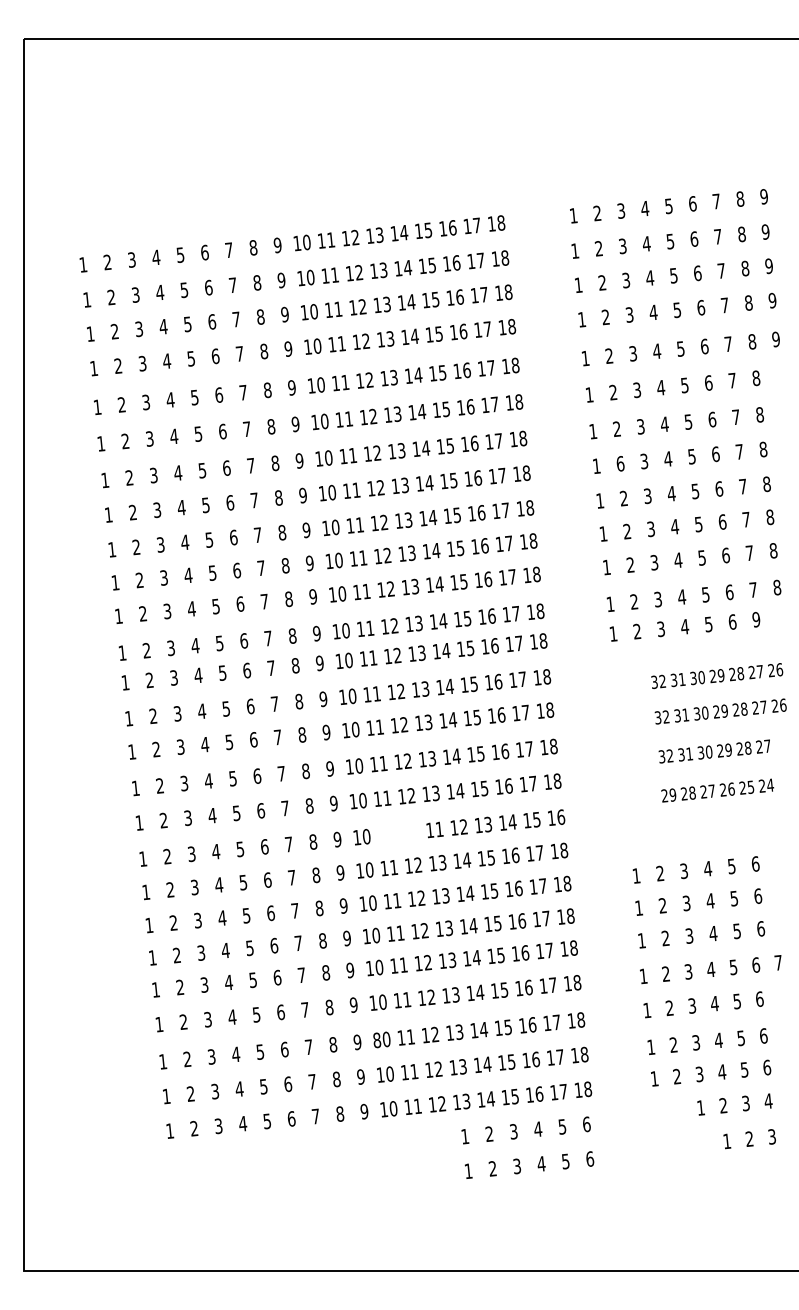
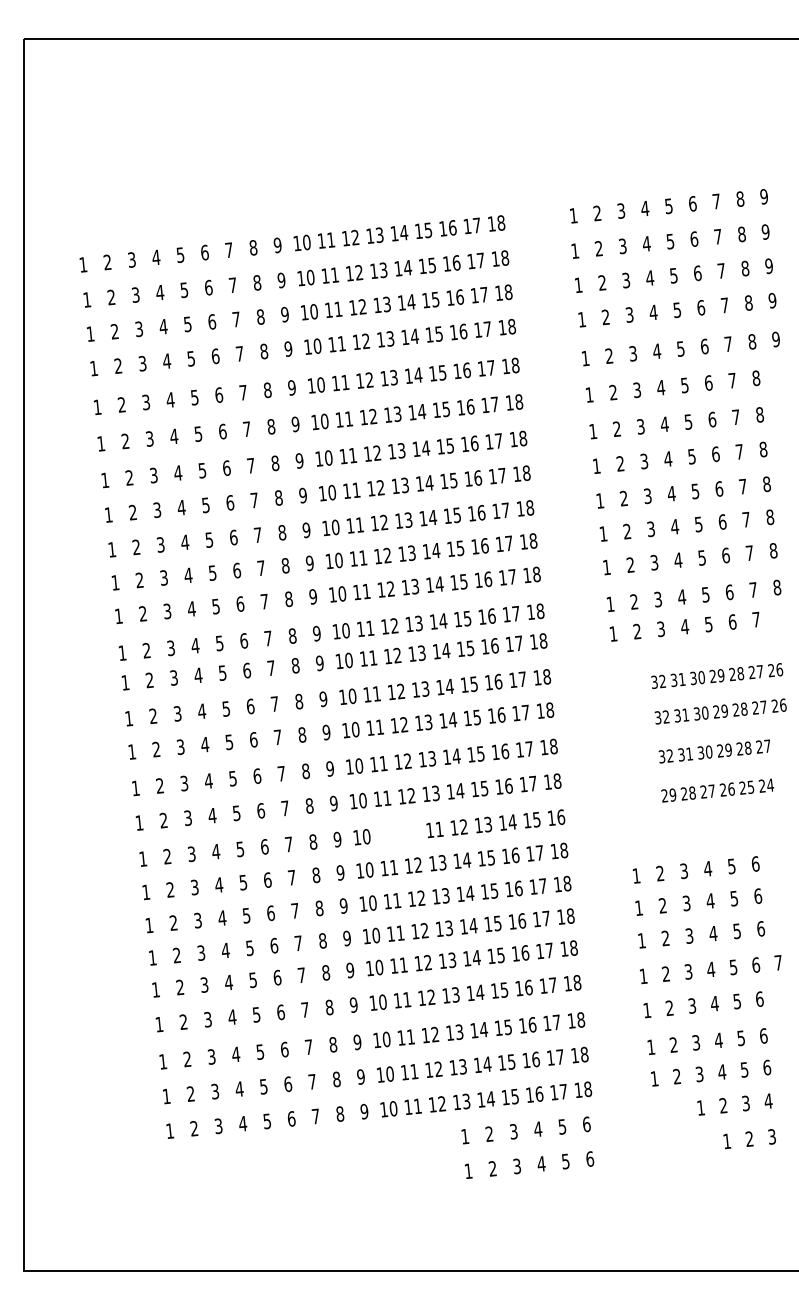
text at (620, 463): 6 -> 2
text at (756, 619): 9 -> 7
text at (377, 1040): 80 -> 10
